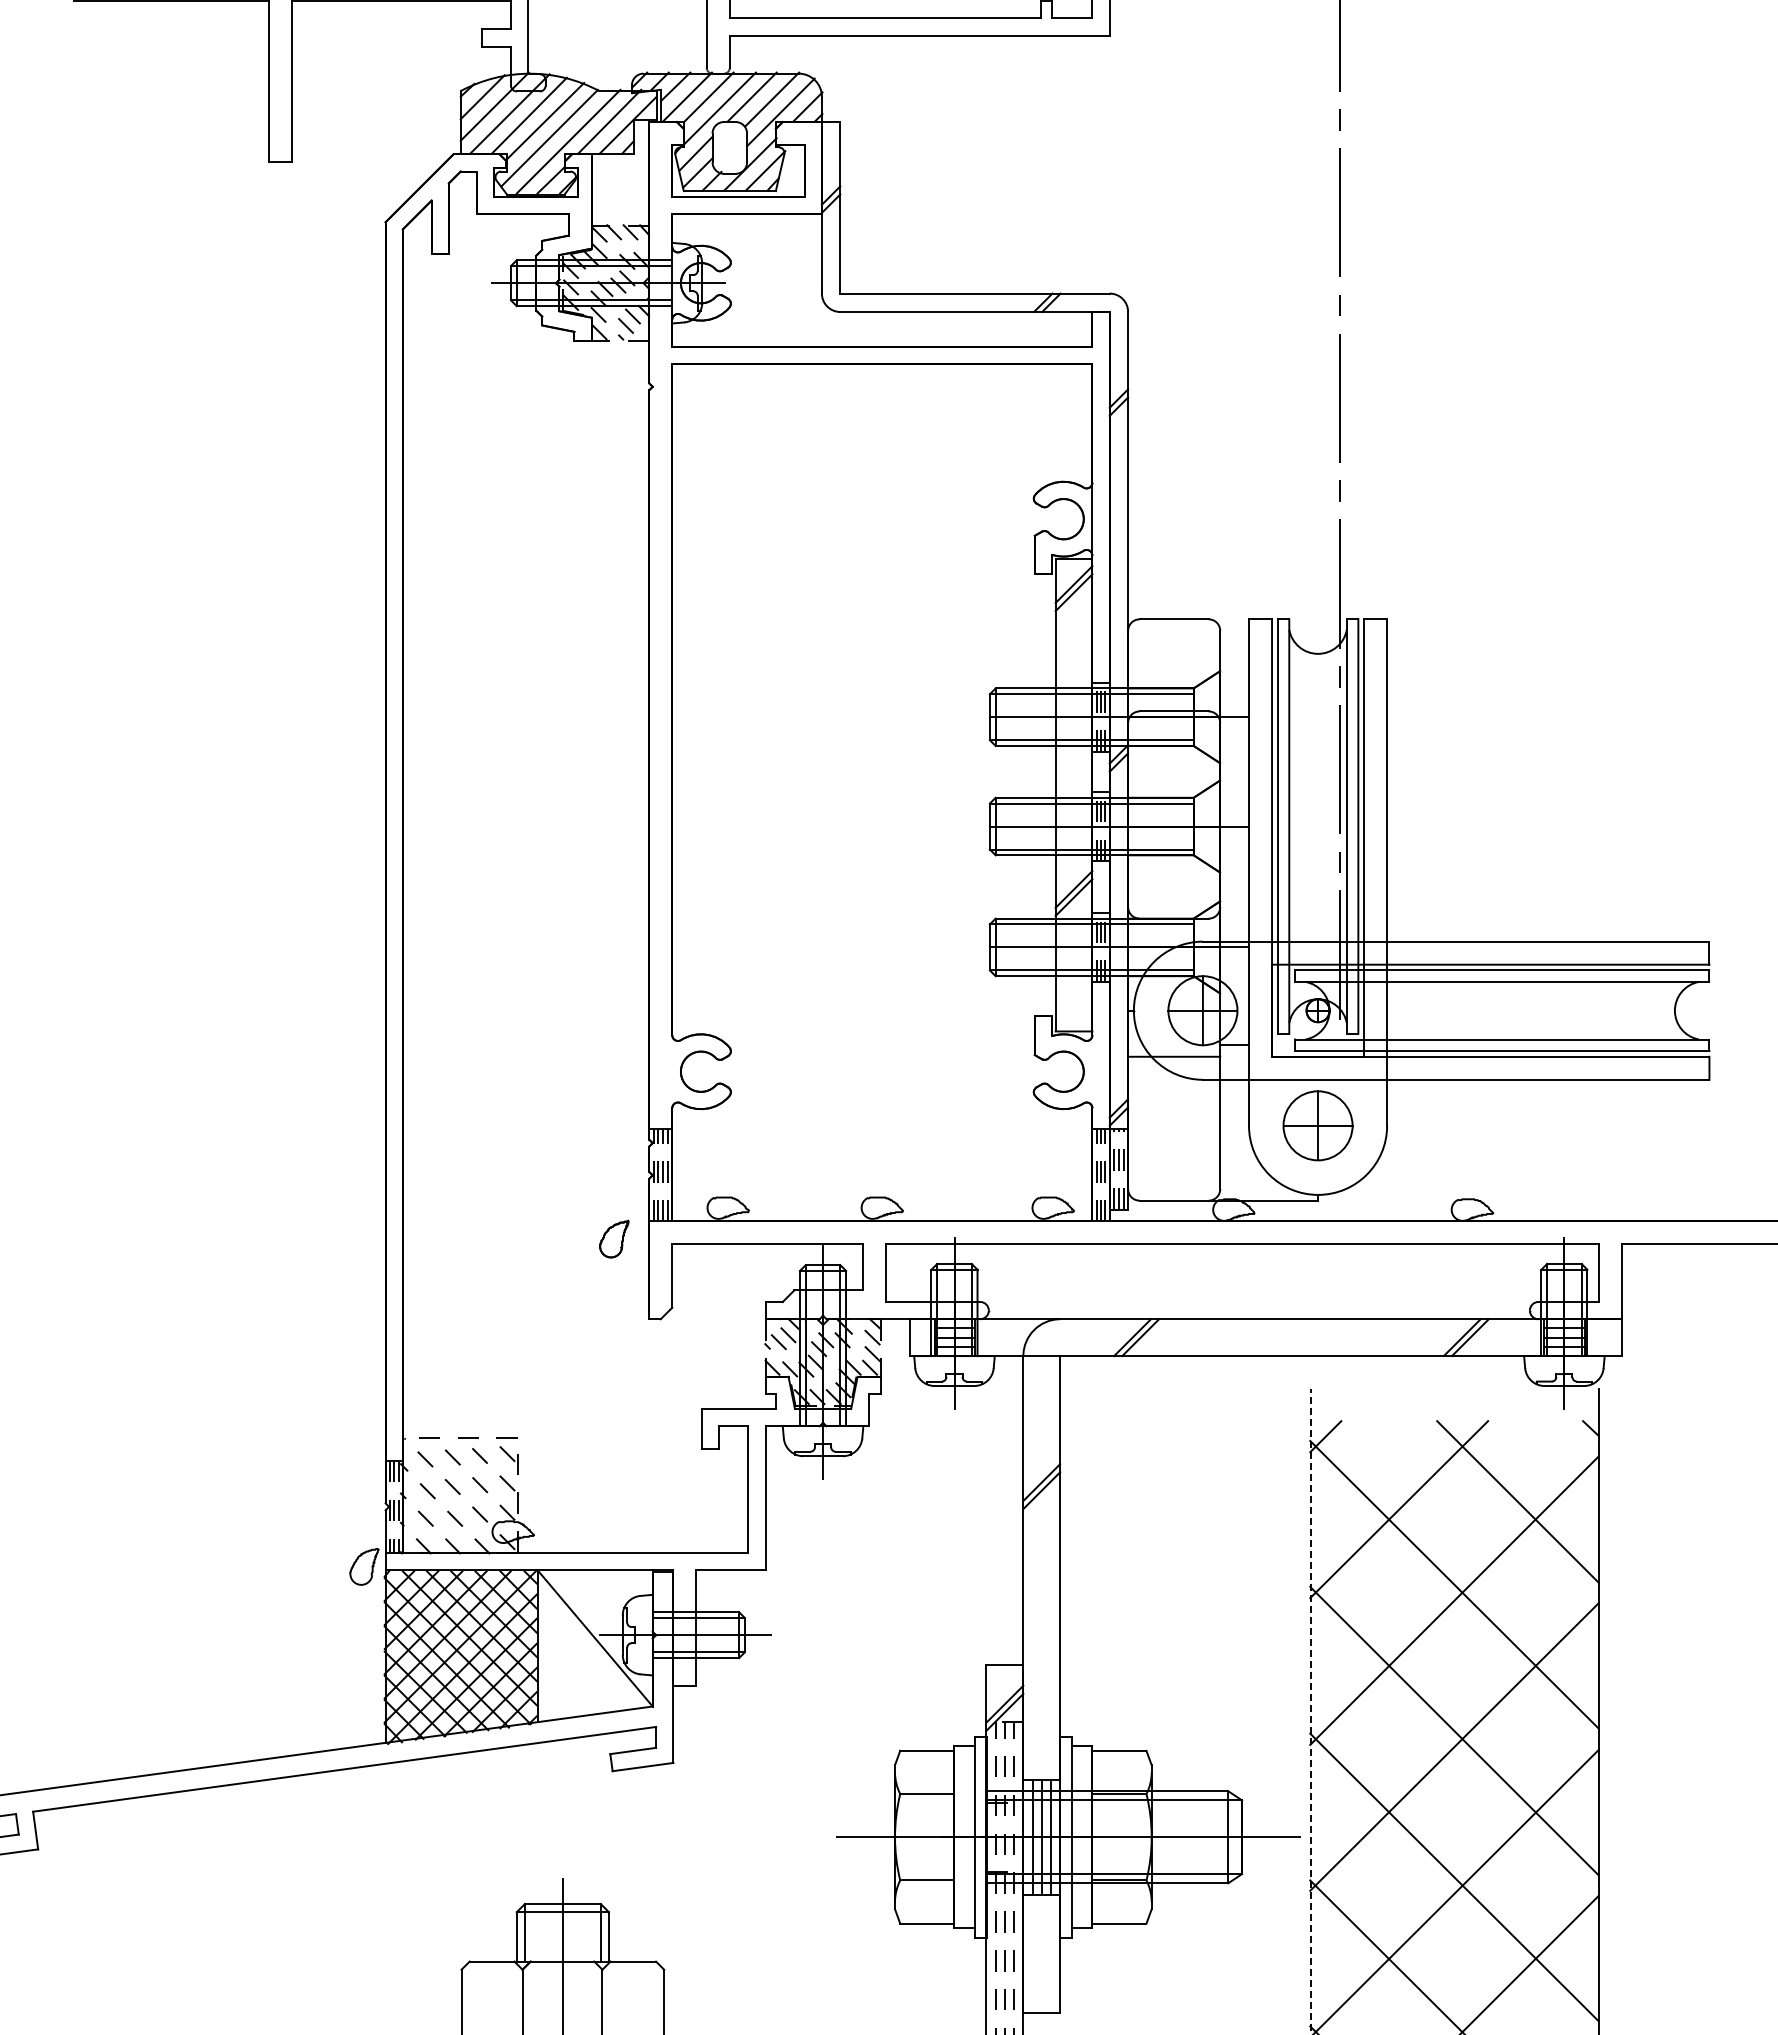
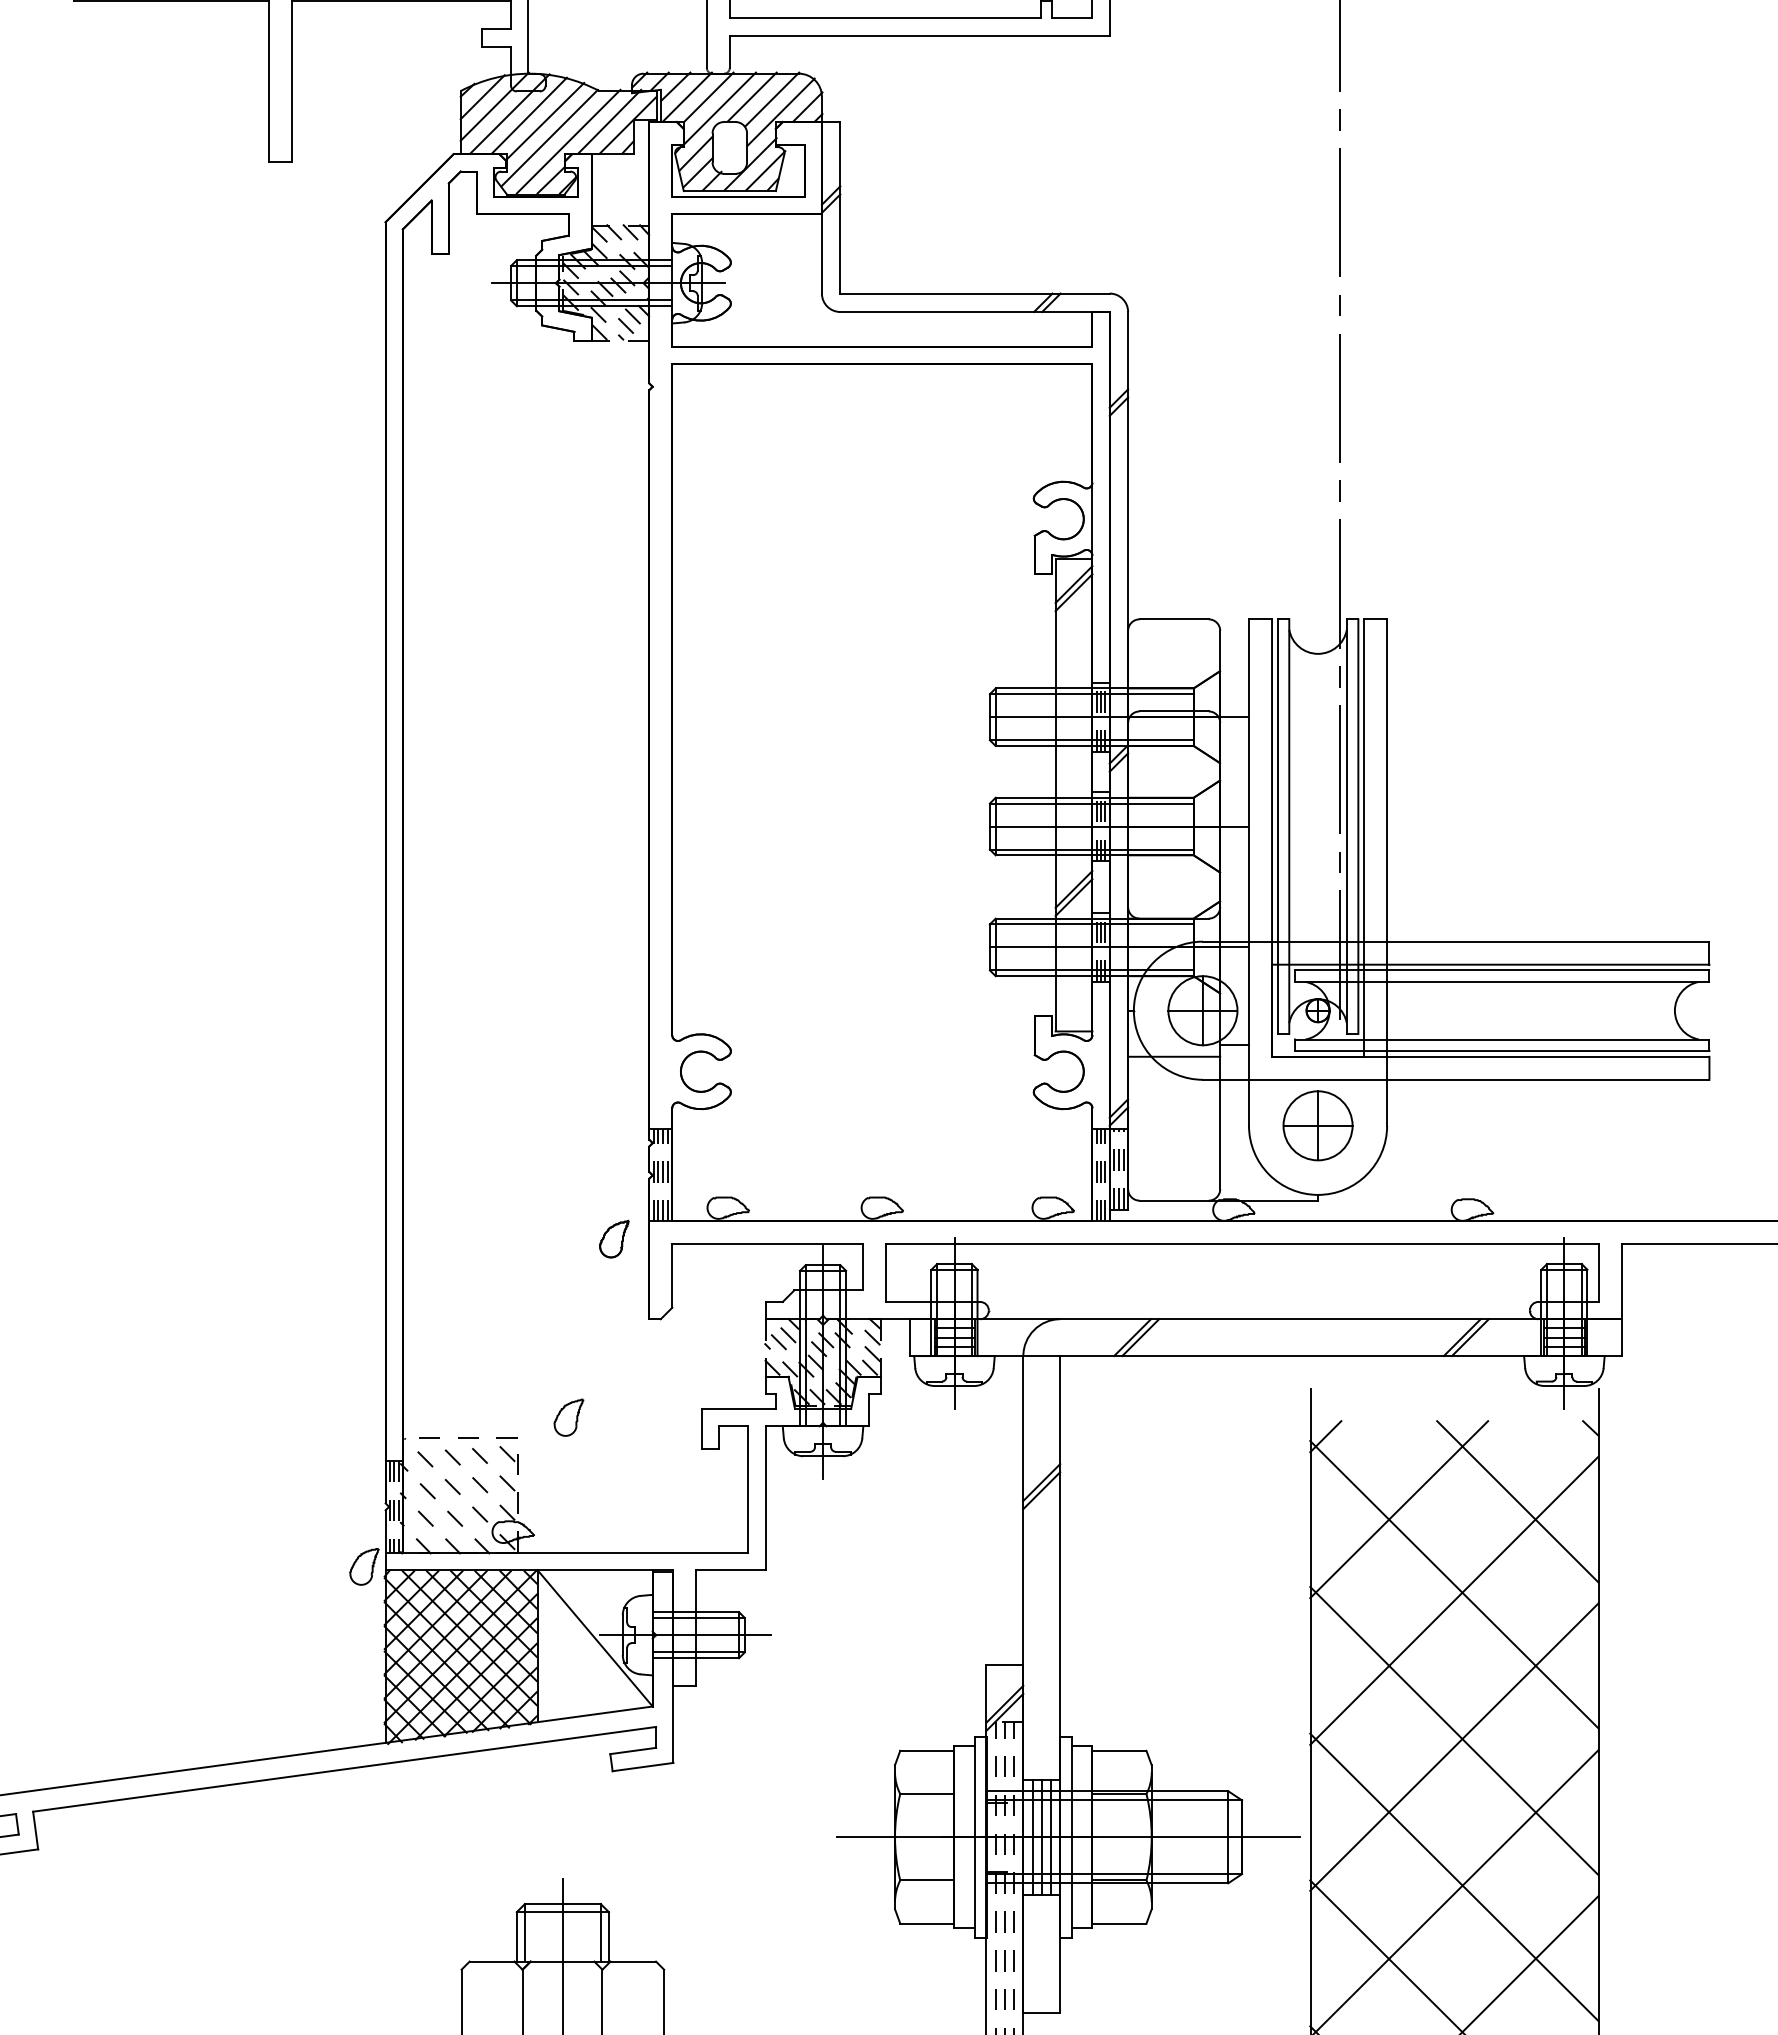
part at (568, 1417): none -> present
line at (1311, 1711): dashed -> solid
